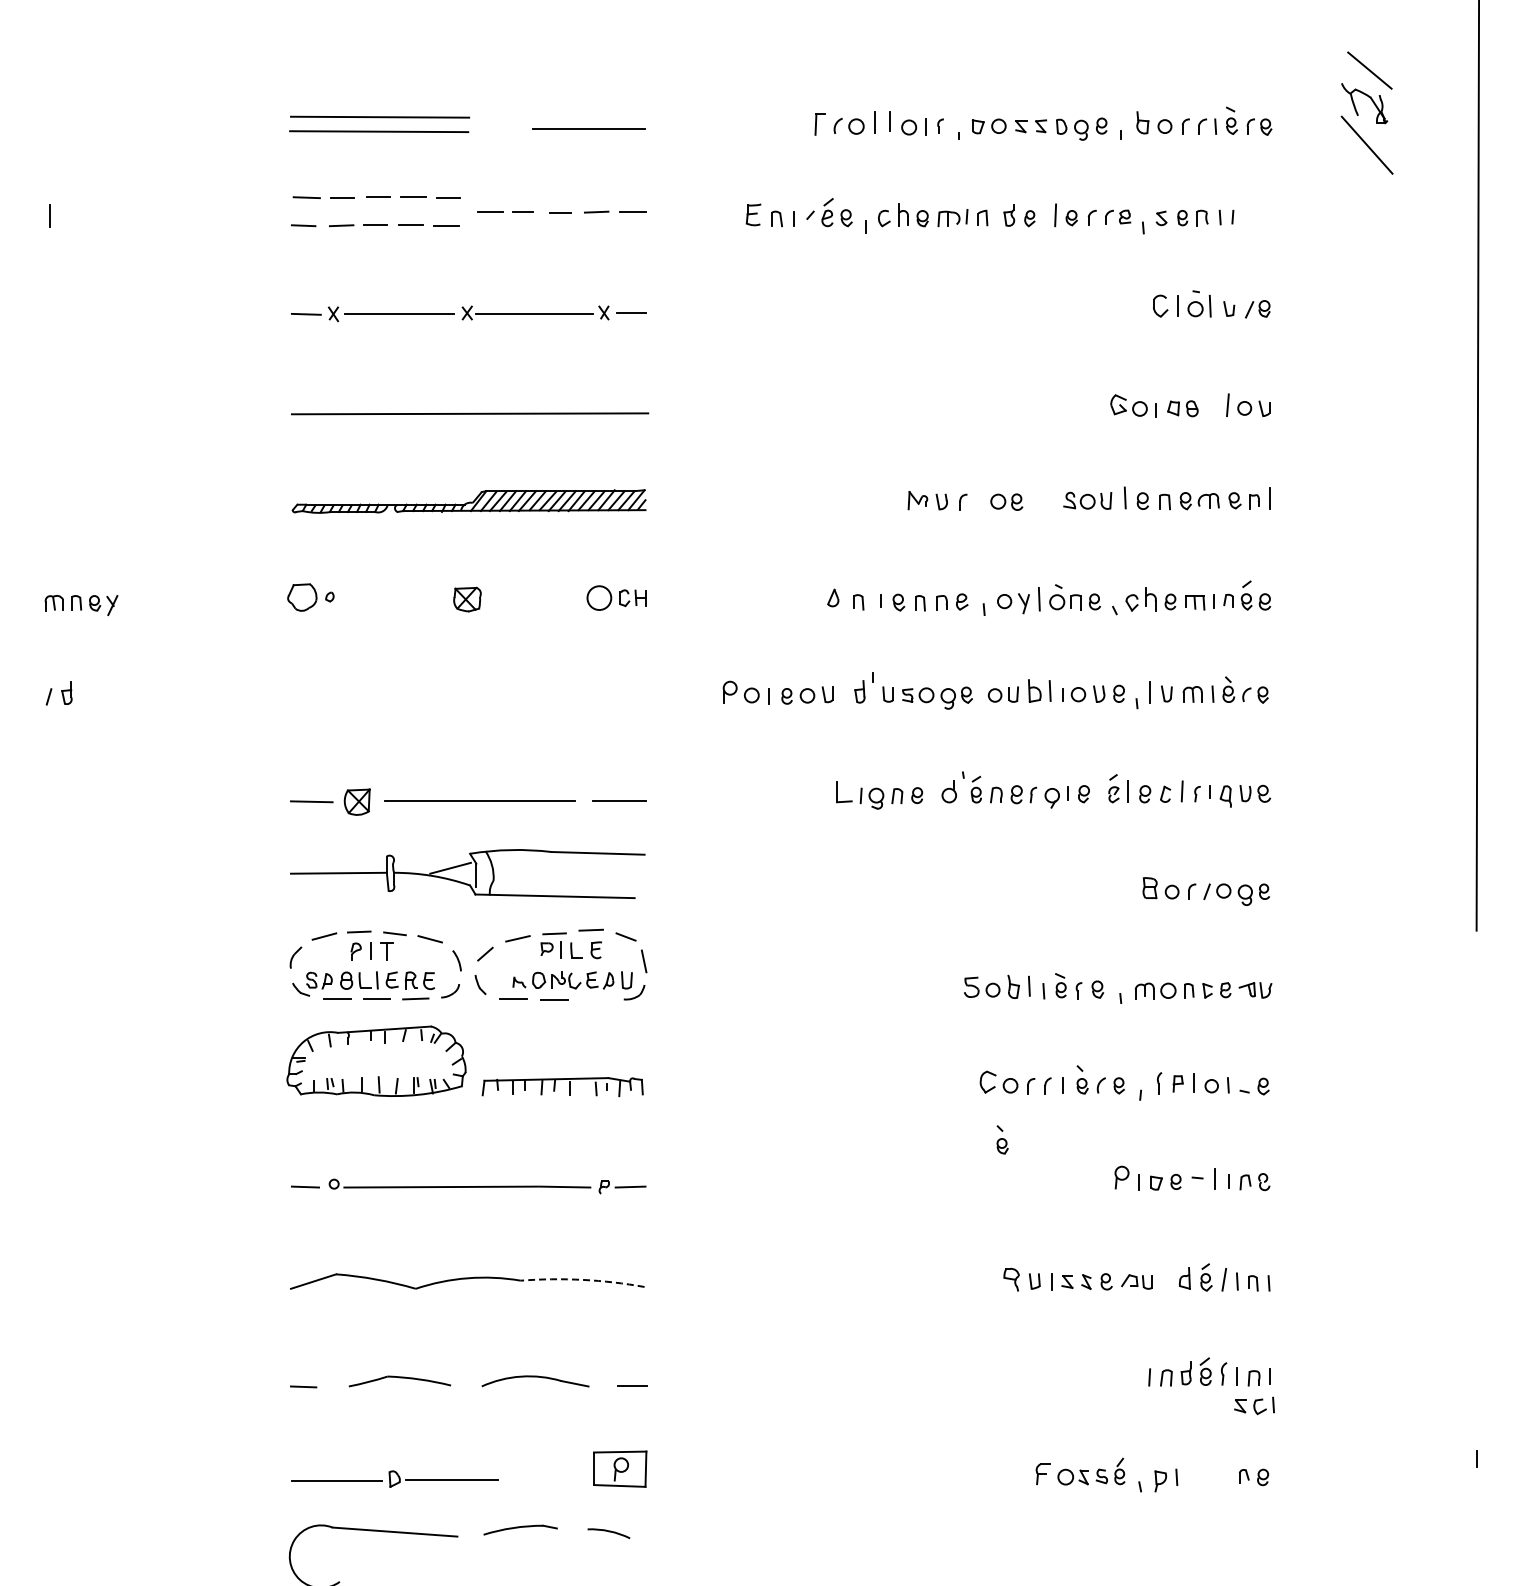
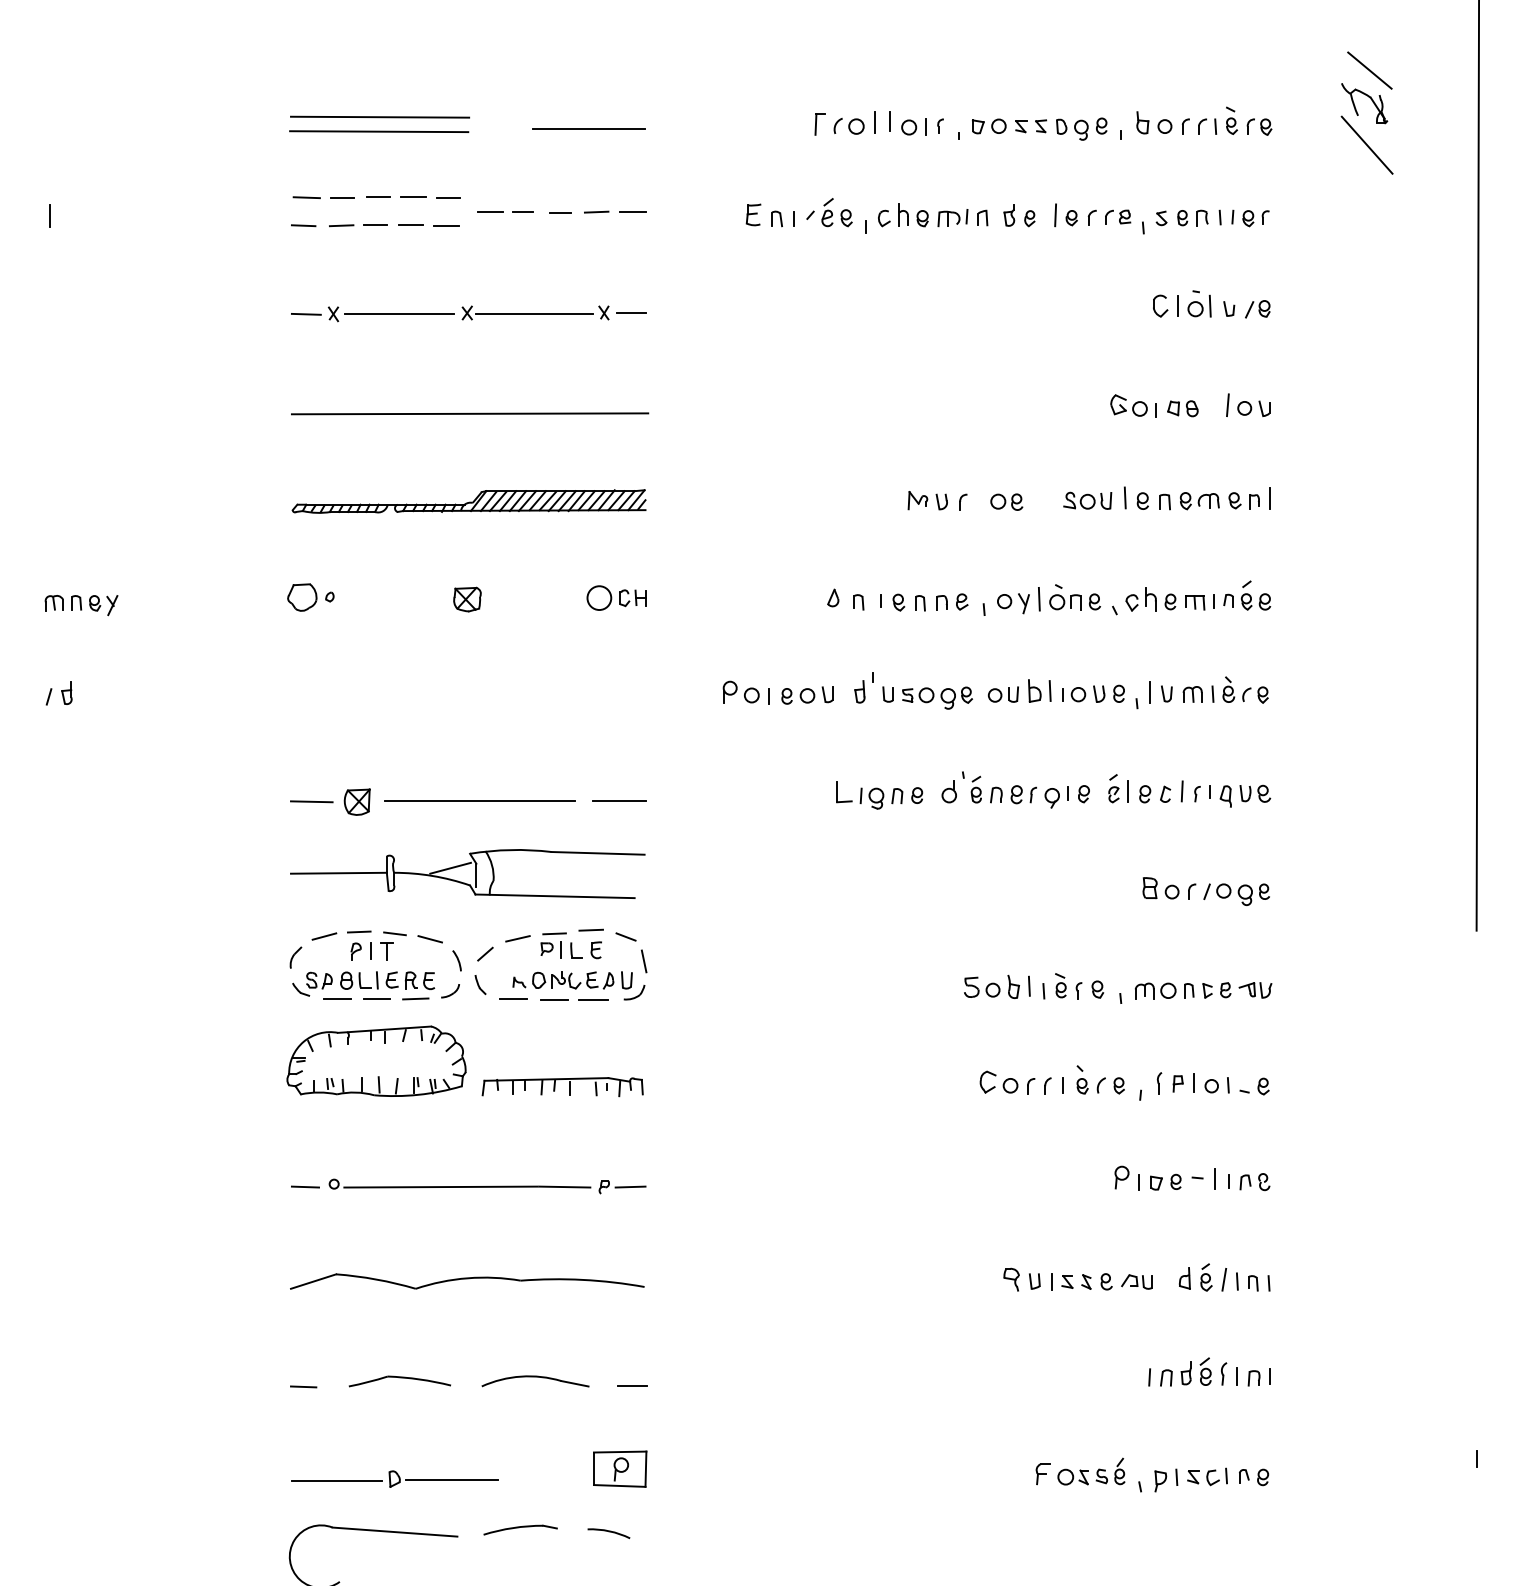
part at (1255, 218): none -> present
line at (593, 1000): none -> present
part at (1002, 1139): present -> none
arc at (582, 1279): dashed -> solid
part at (1254, 1405) position: (1254, 1405) -> (1207, 1476)
